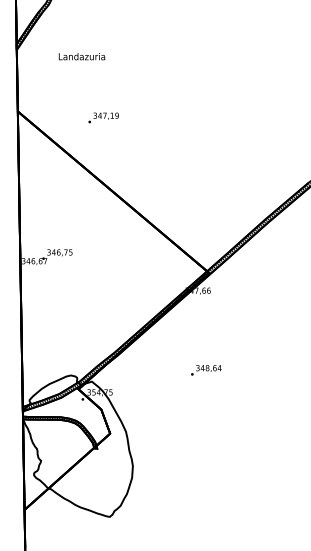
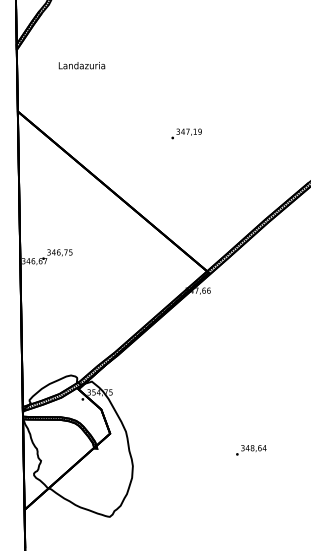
text at (81, 56) position: (81, 56) -> (81, 65)
text at (103, 117) position: (103, 117) -> (186, 133)
text at (206, 370) position: (206, 370) -> (251, 450)
